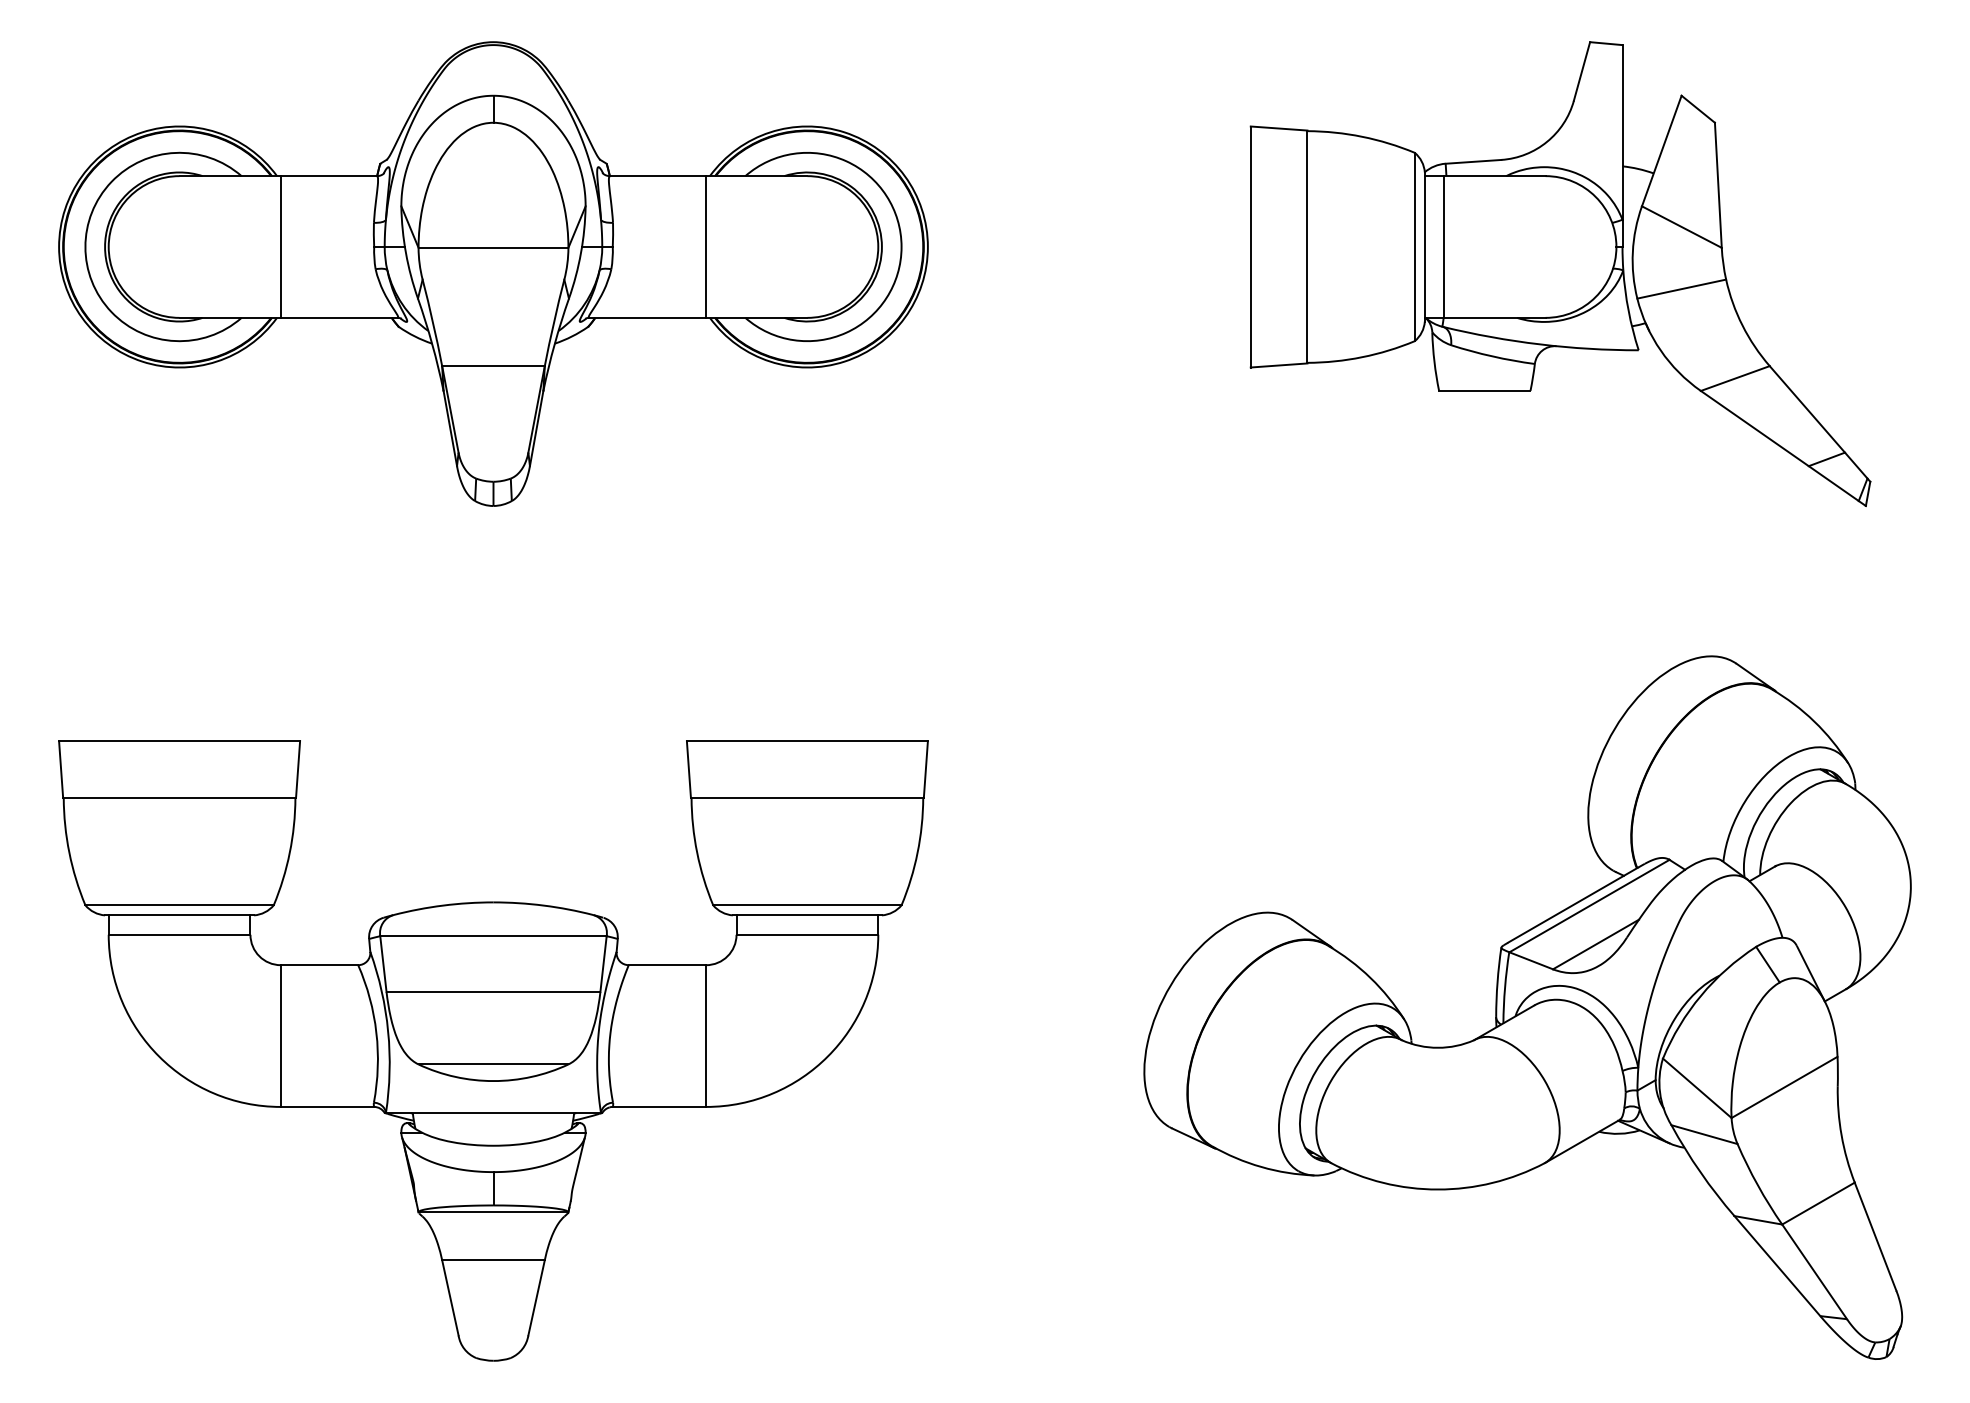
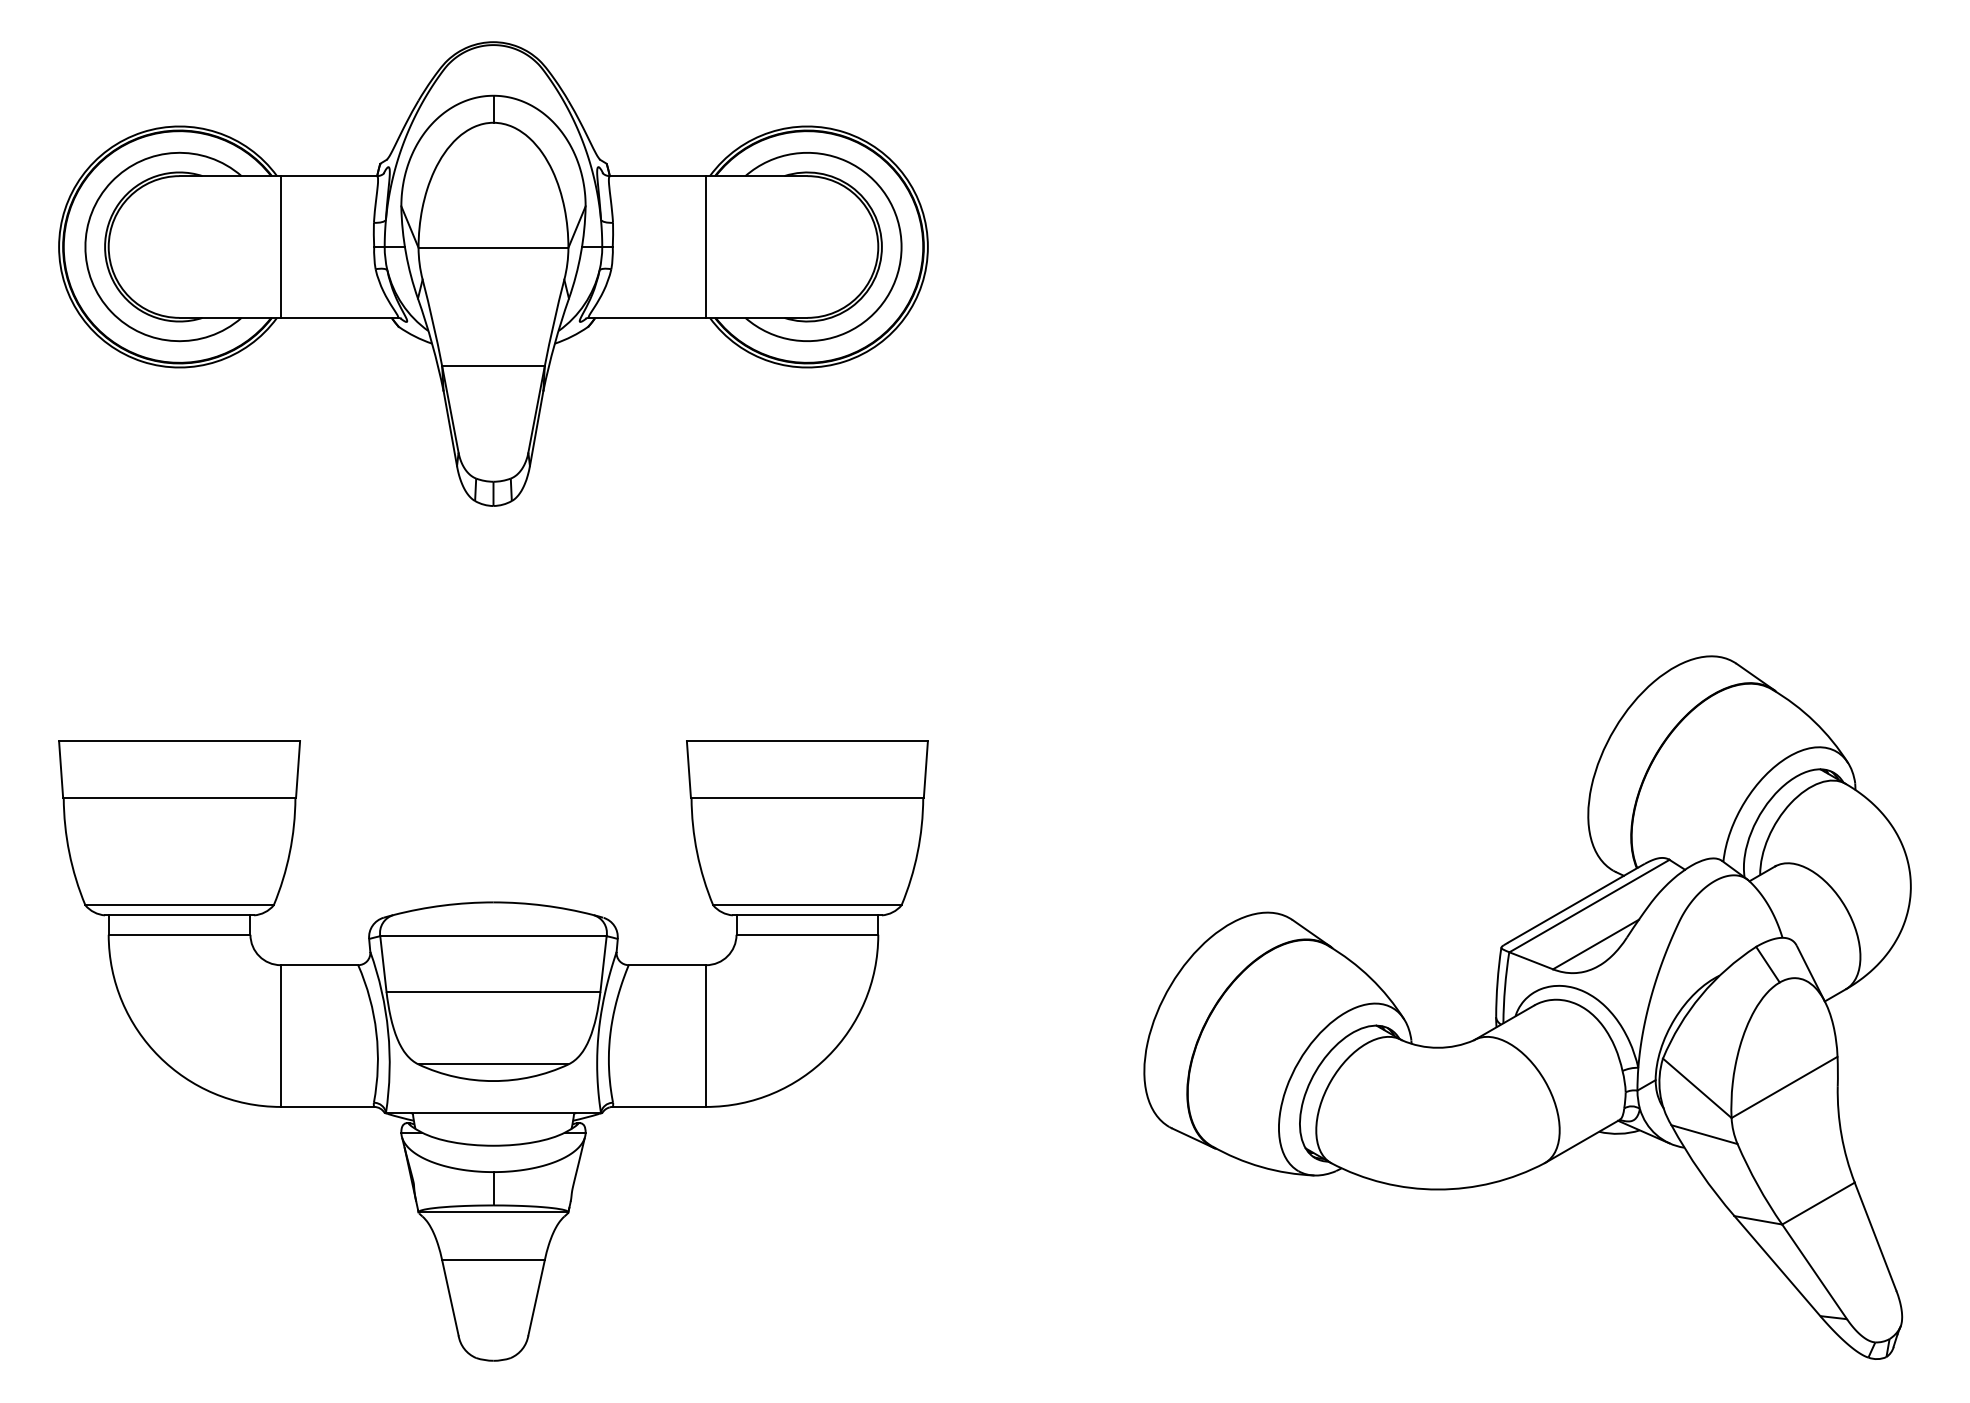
part at (1560, 273): present -> none
